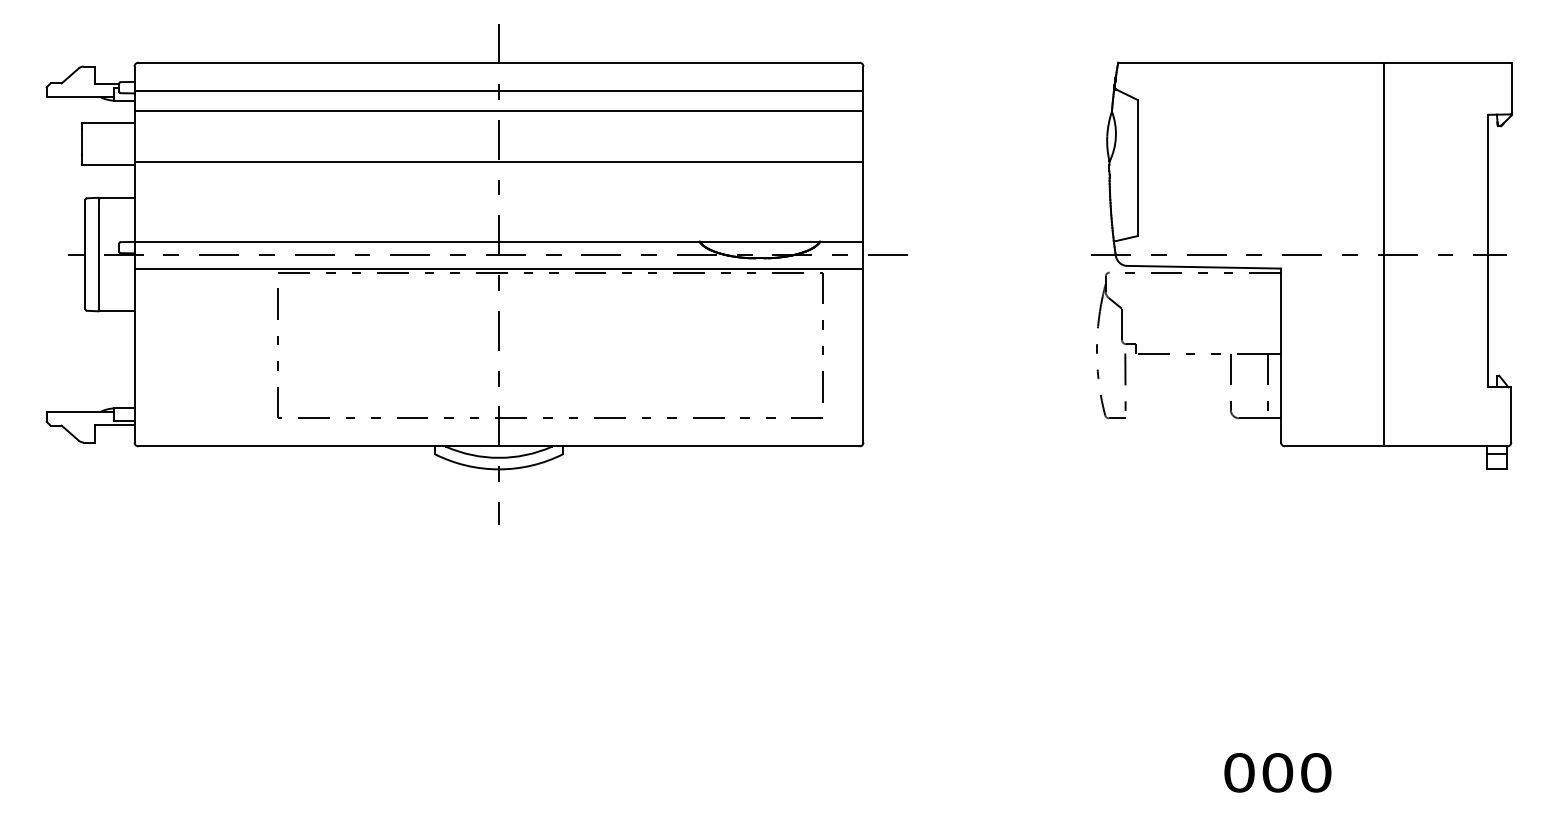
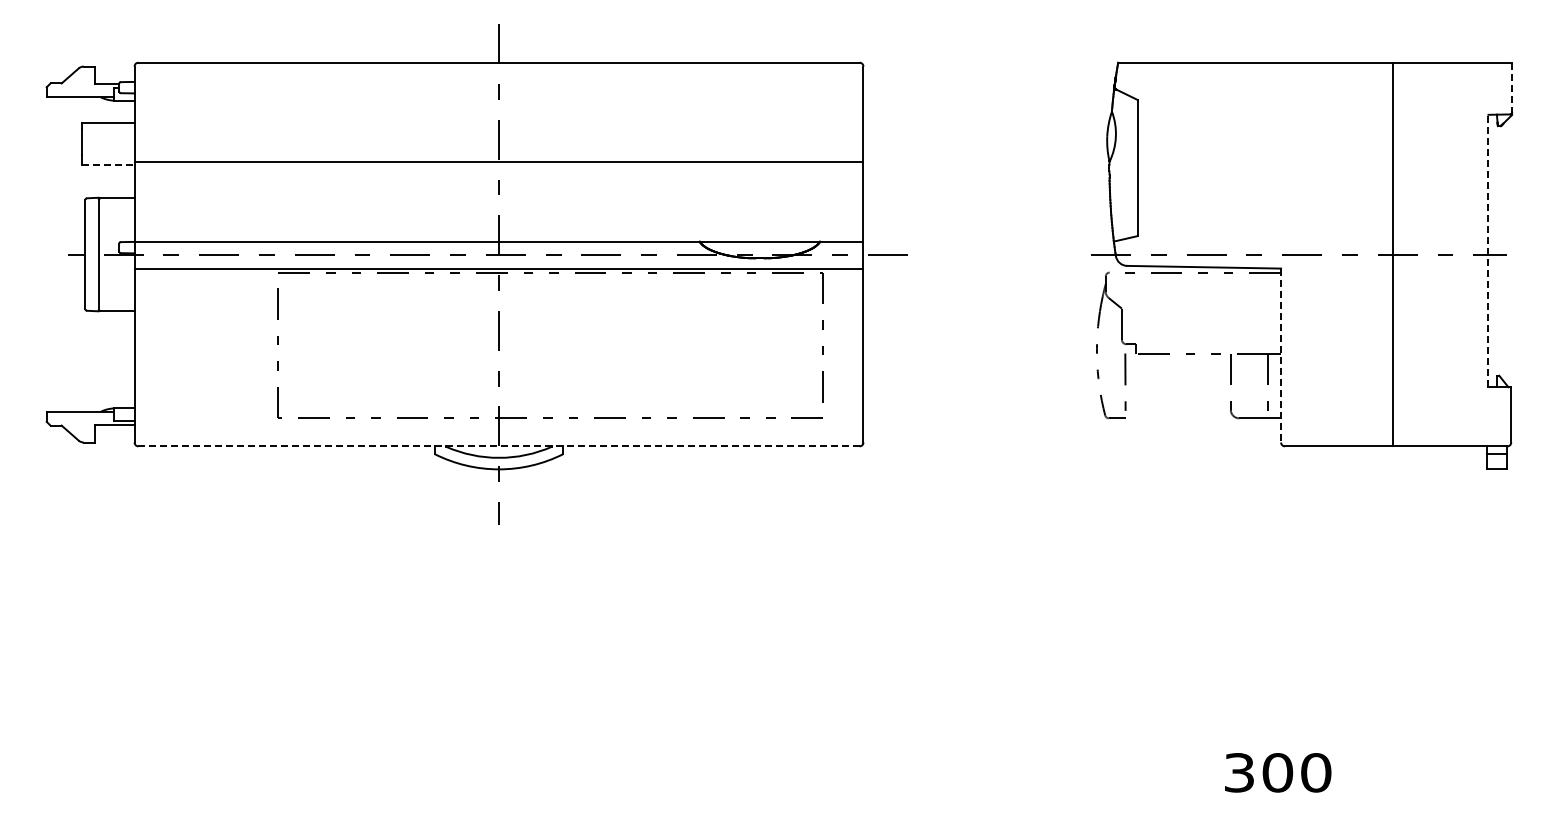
line at (1512, 87): solid -> dashed
line at (498, 90): present -> none
line at (498, 111): present -> none
line at (108, 165): solid -> dashed
line at (1488, 250): solid -> dashed
line at (1383, 254) position: (1383, 254) -> (1392, 254)
line at (1281, 355): solid -> dashed
line at (499, 446): solid -> dashed
text at (1239, 772): 000 -> 300
